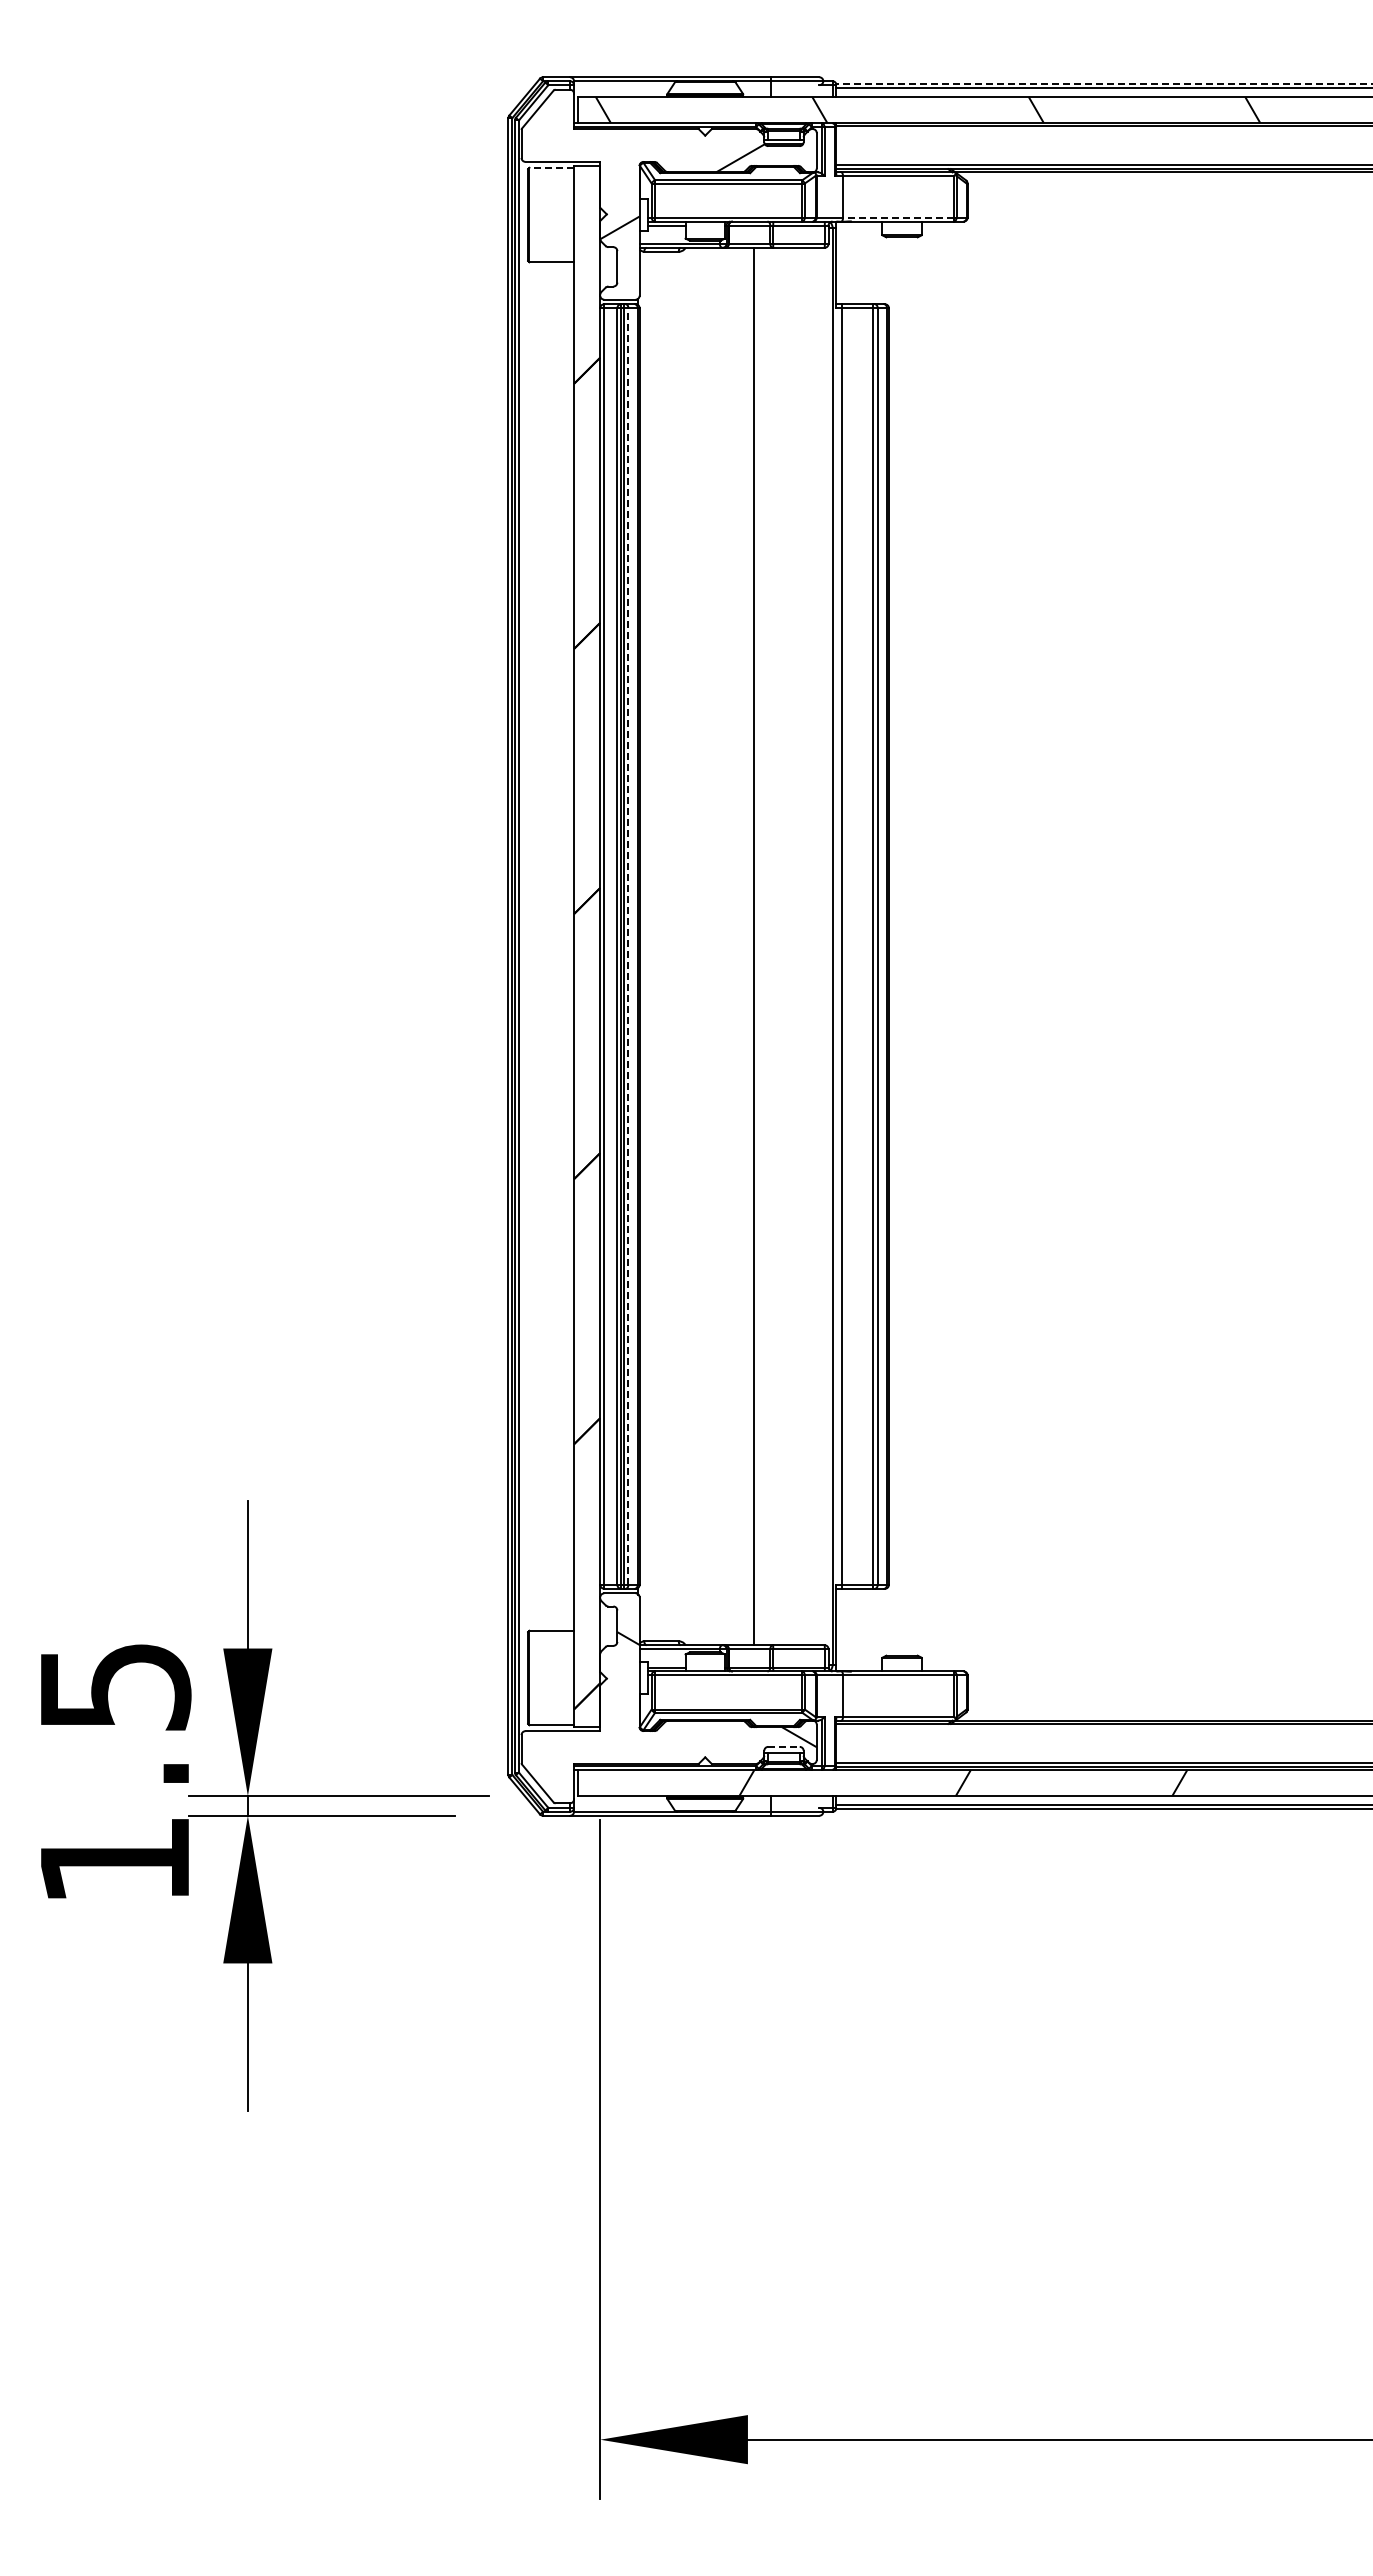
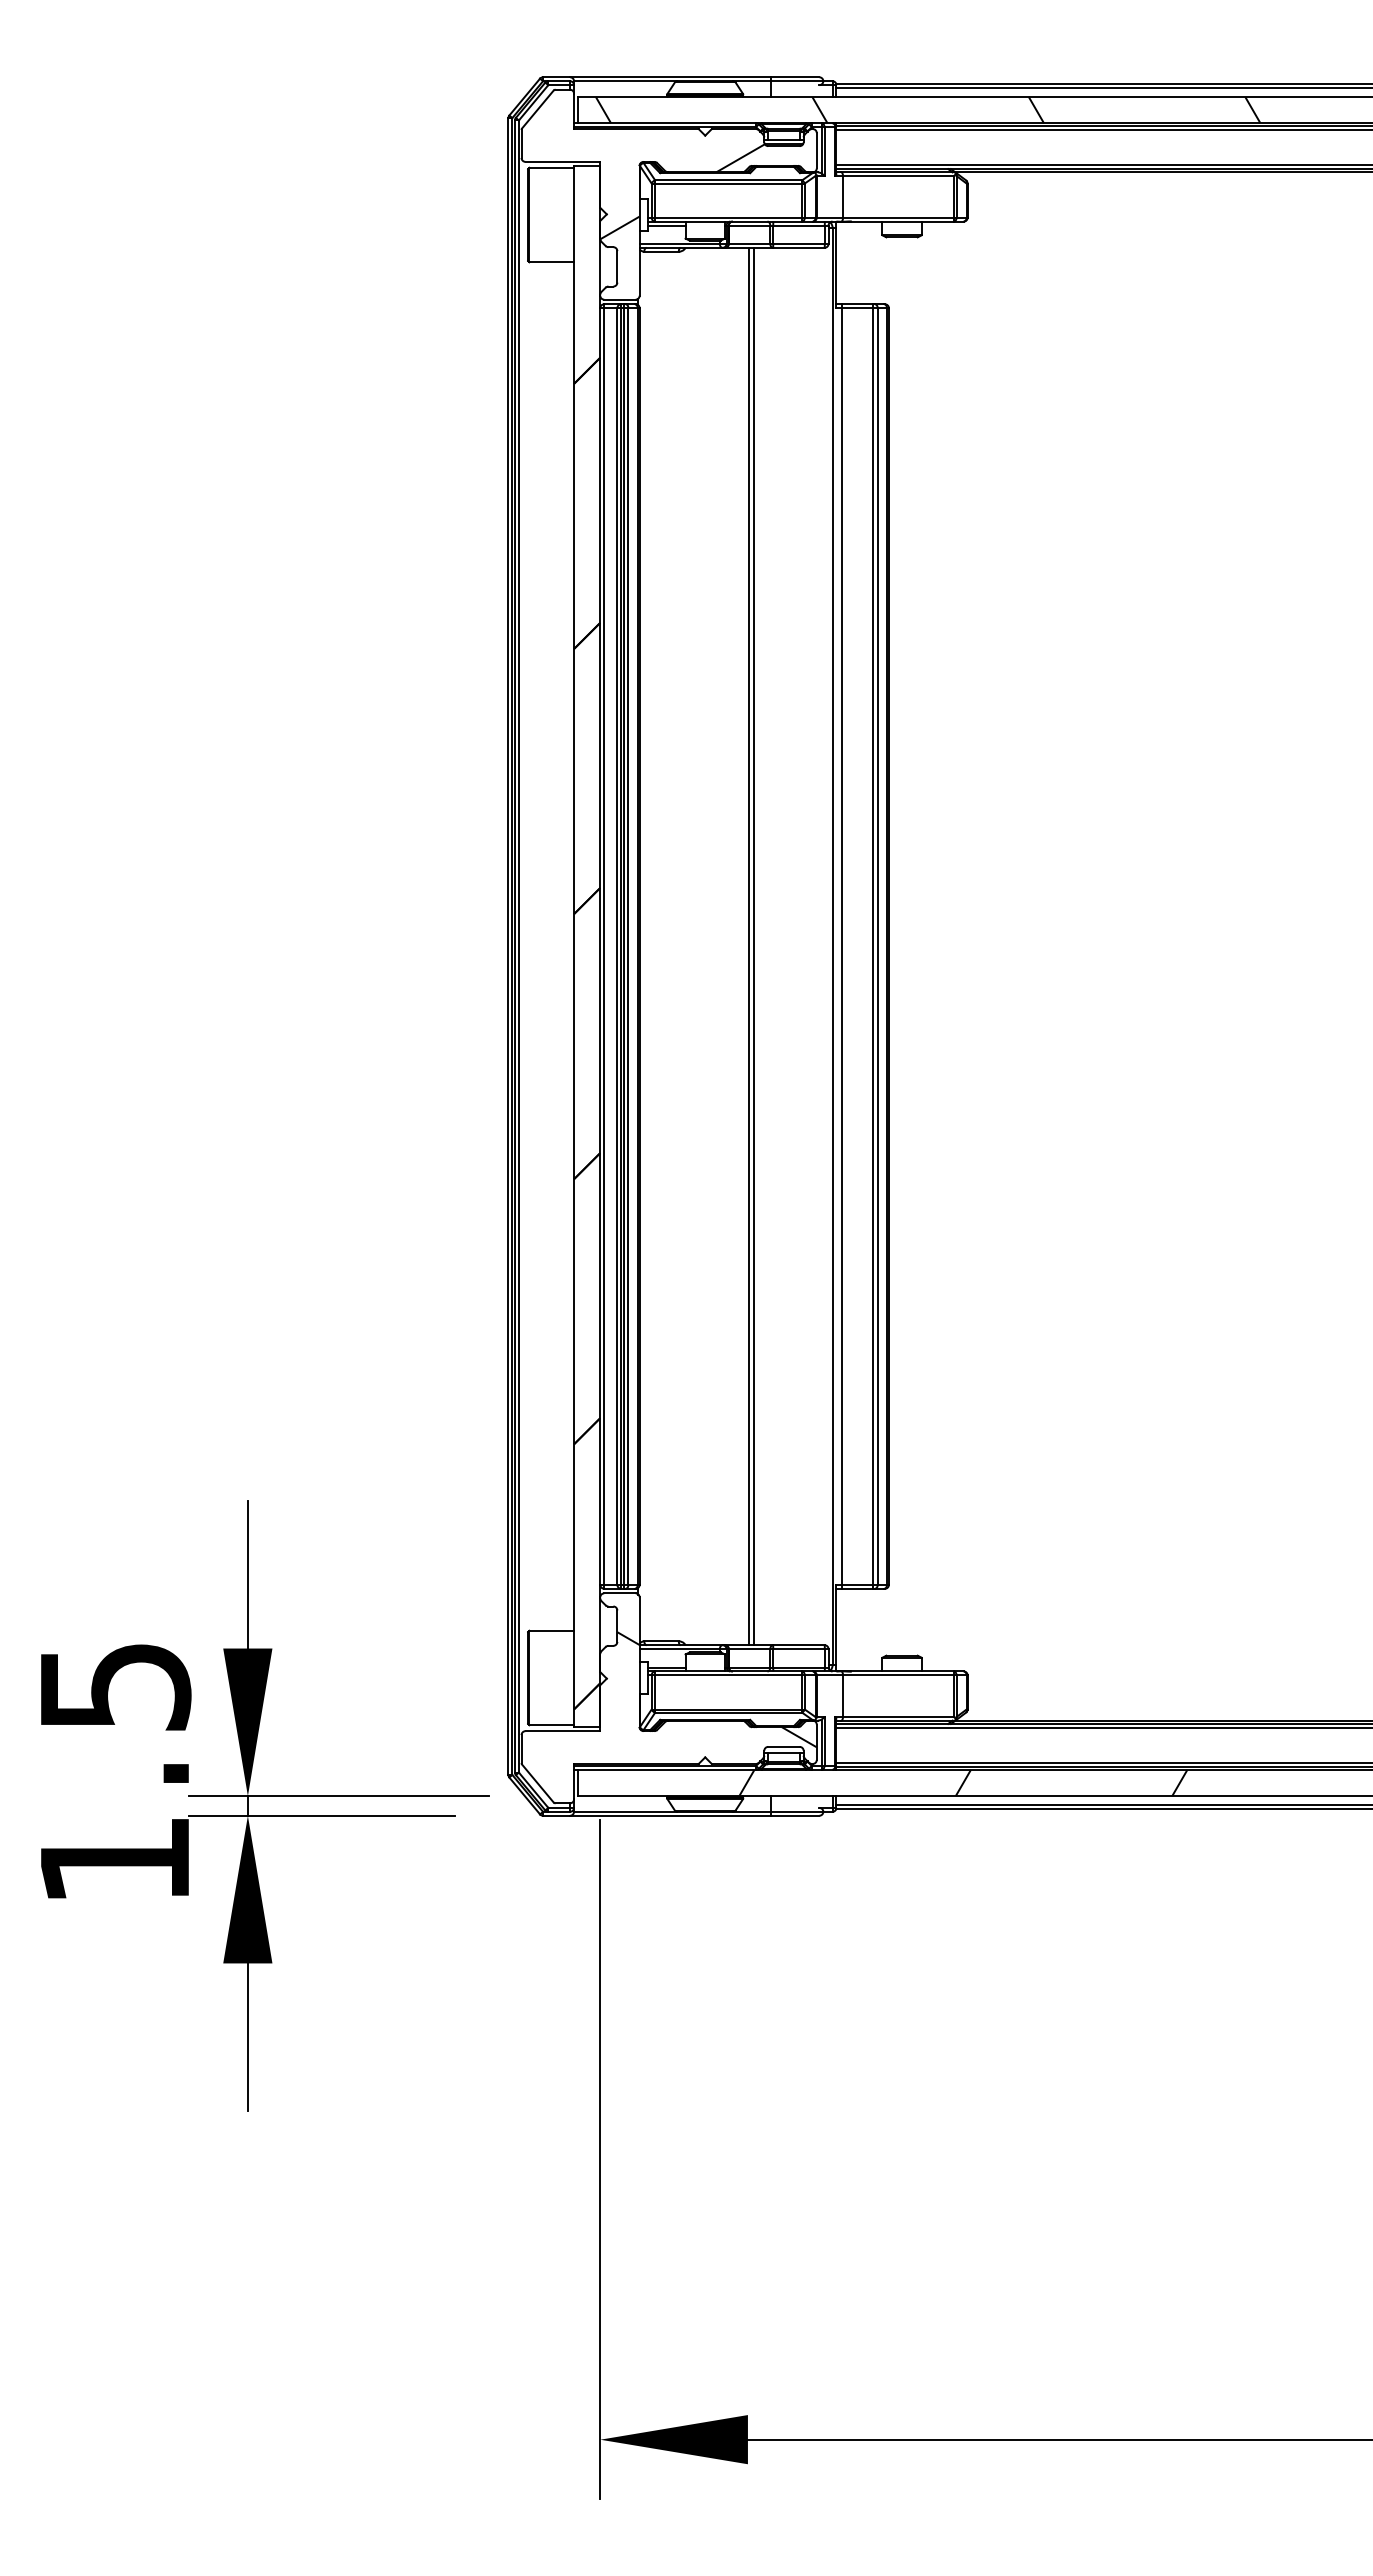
line at (1104, 83): dashed -> solid
line at (1102, 129): none -> present
line at (551, 167): dashed -> solid
line at (897, 217): dashed -> solid
line at (628, 946): dashed -> solid
line at (748, 946): none -> present
line at (1102, 1727): none -> present
line at (783, 1746): dashed -> solid
